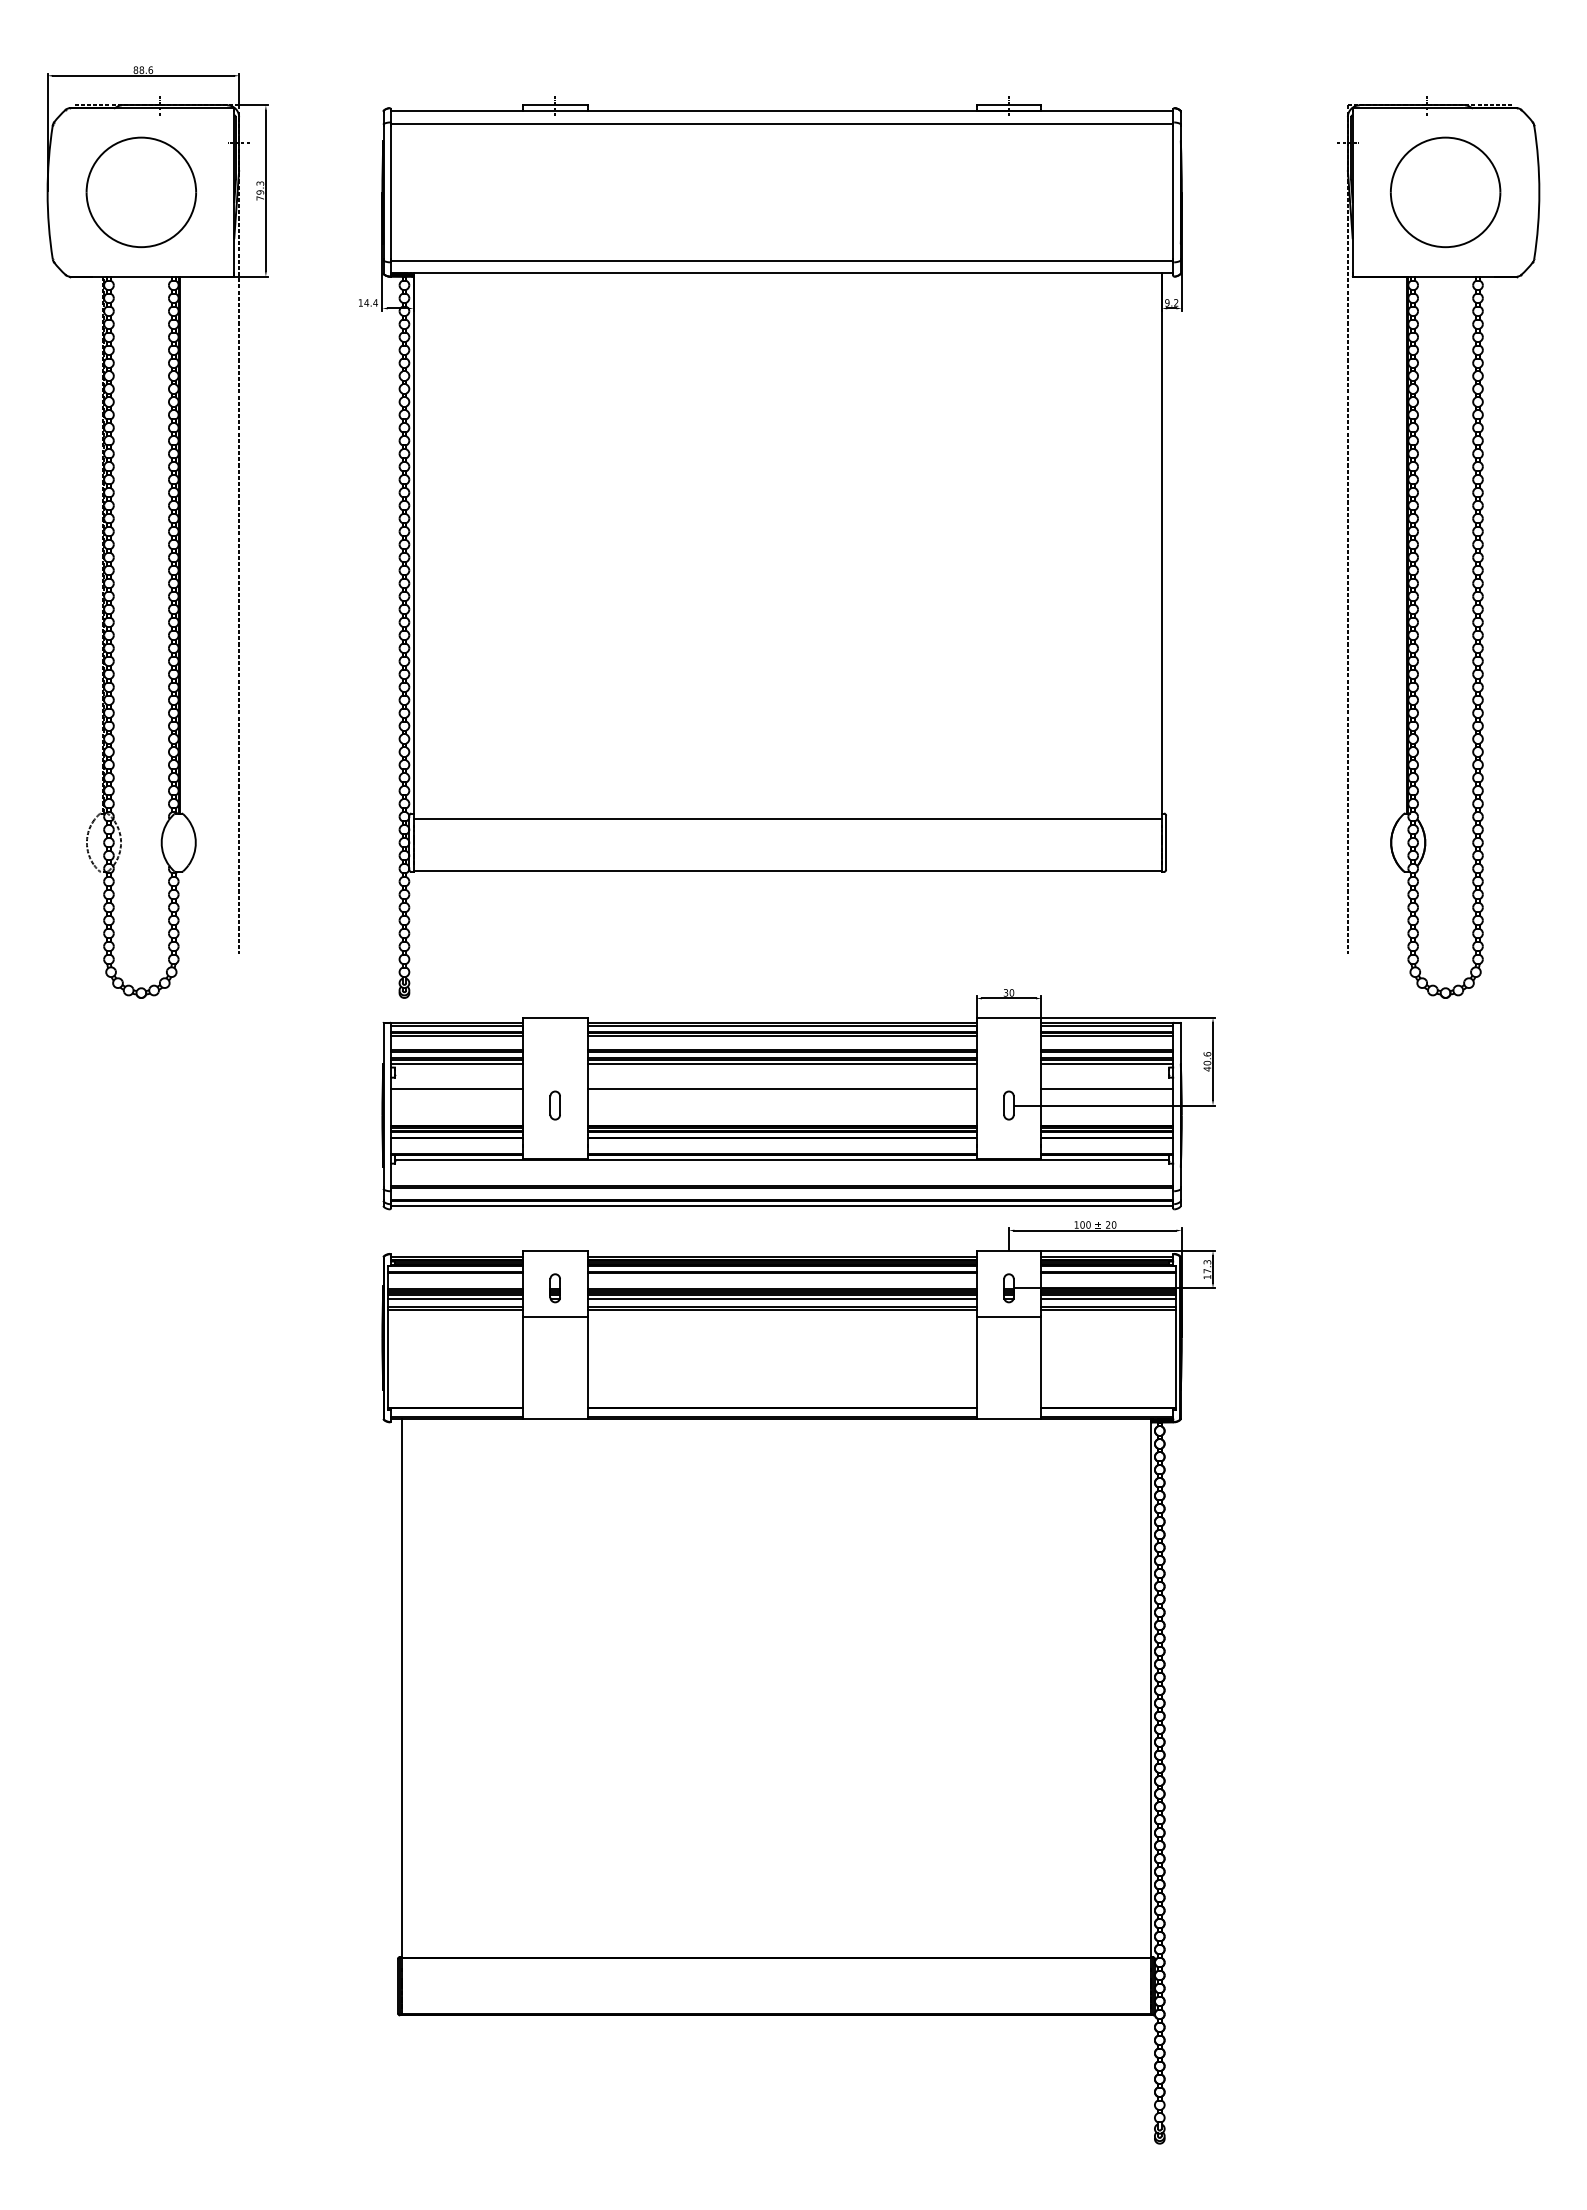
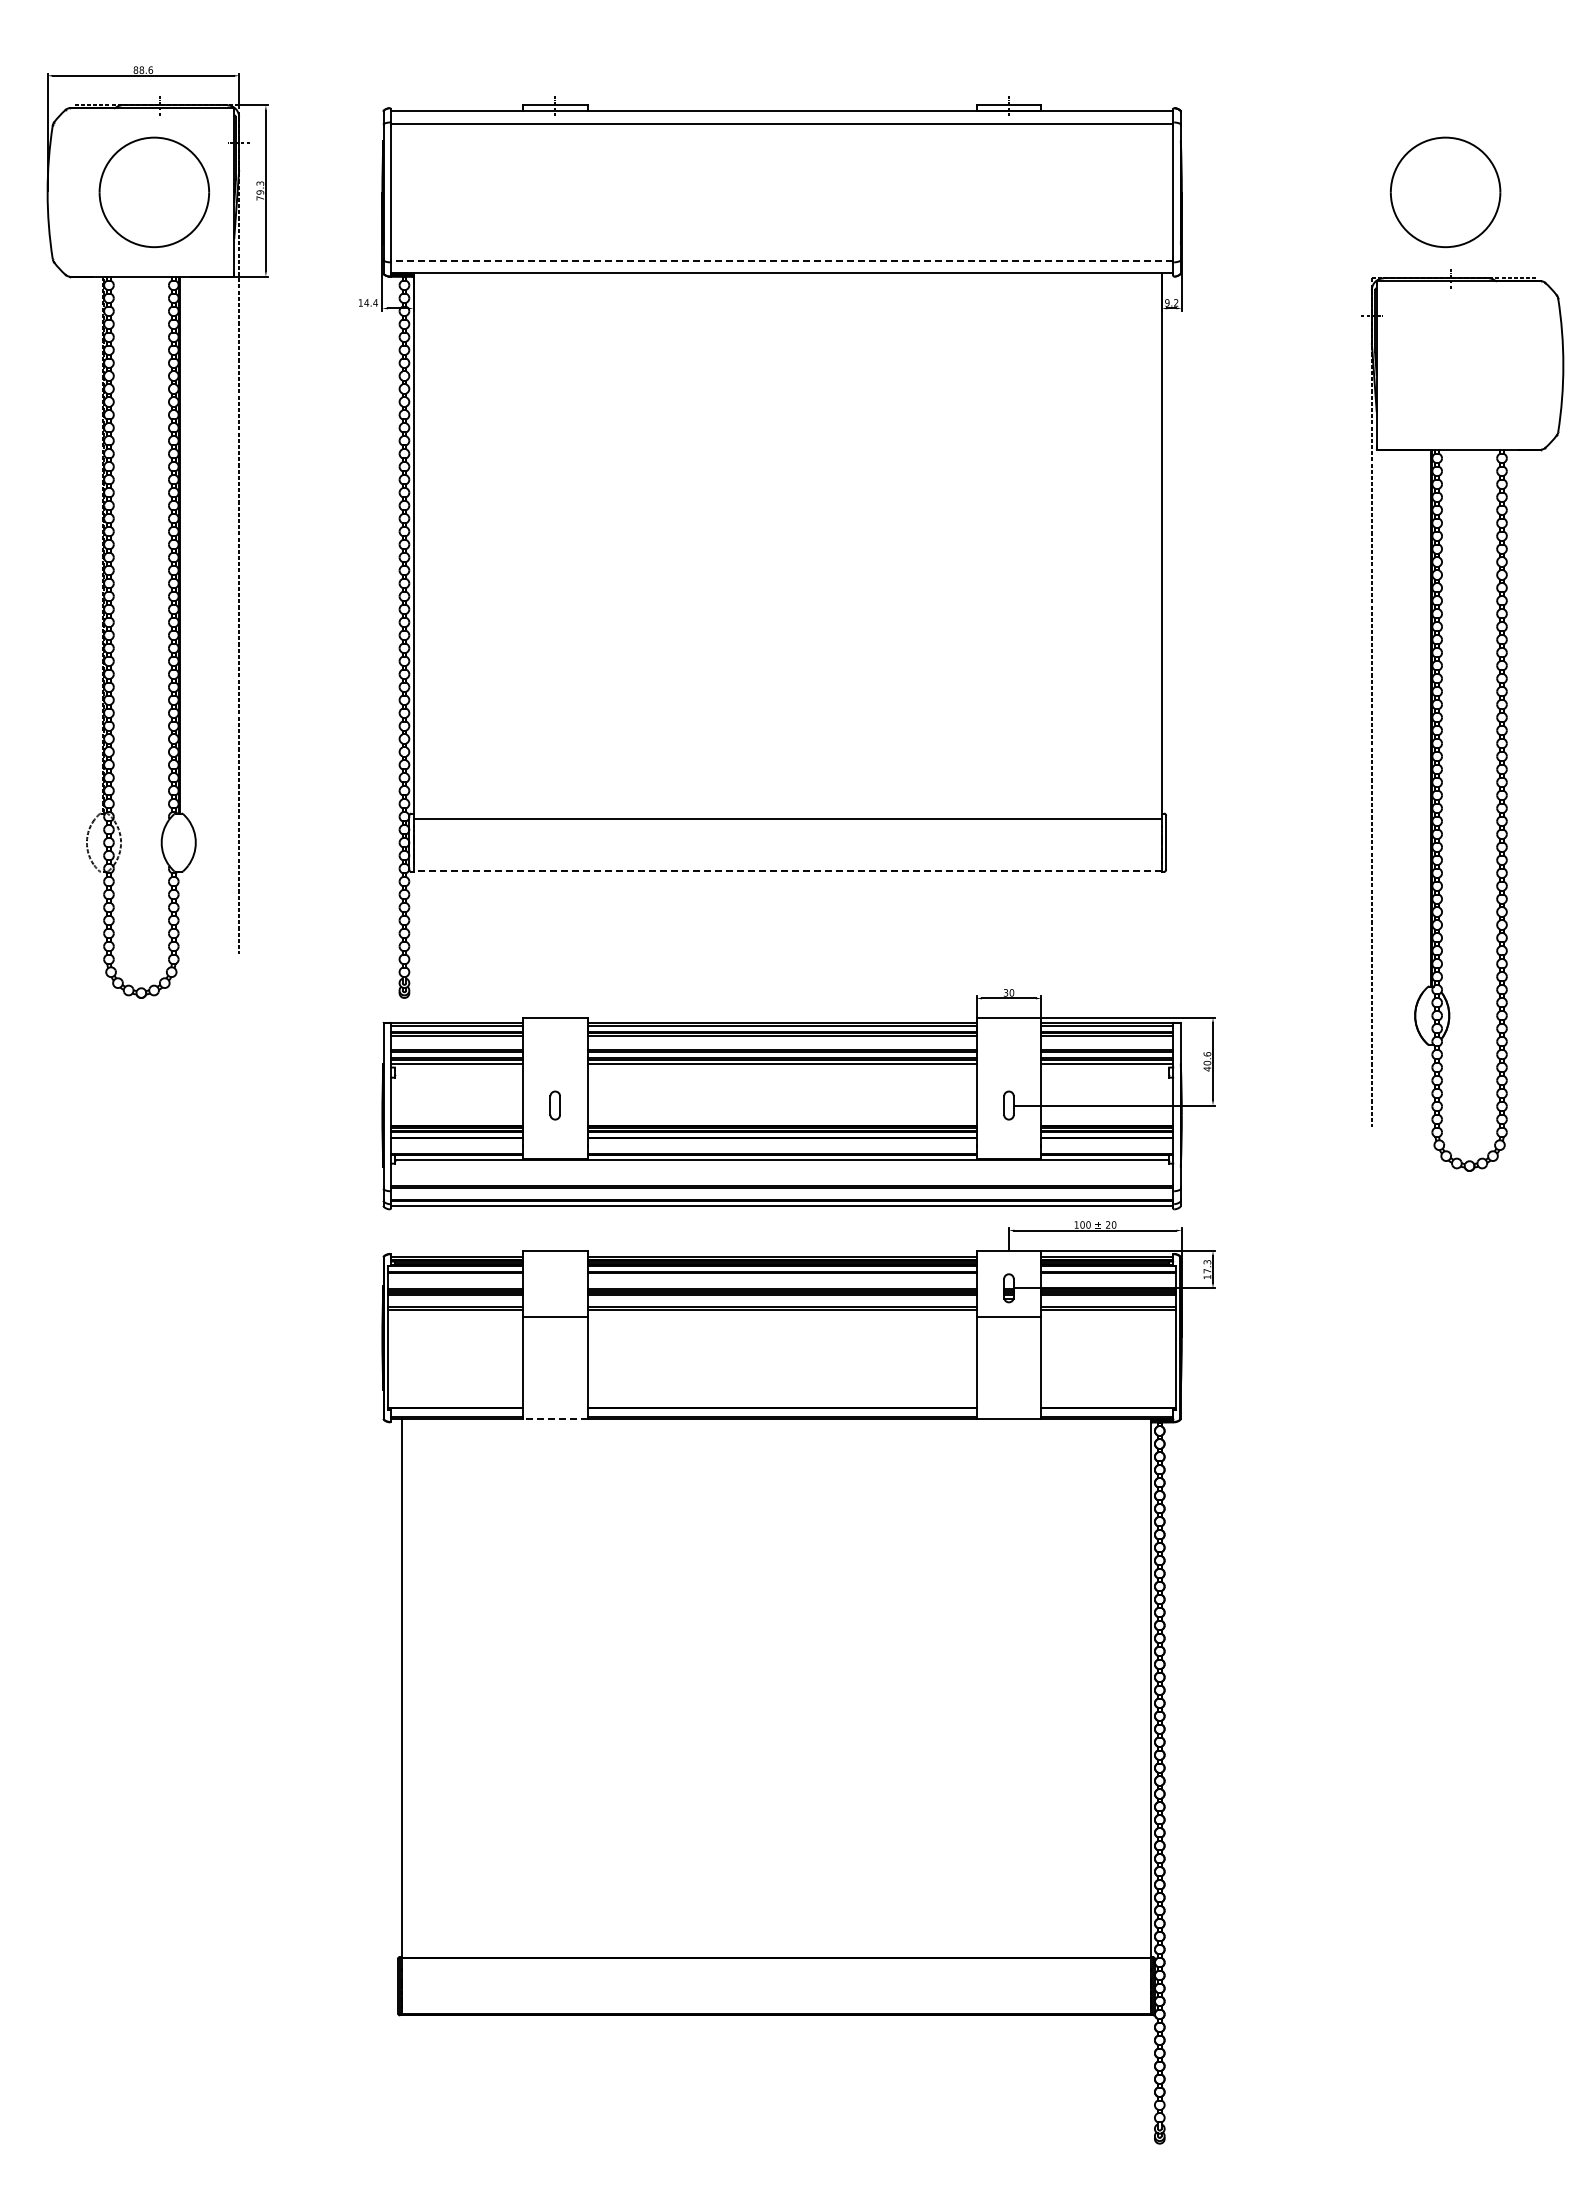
part at (140, 192) position: (140, 192) -> (153, 192)
line at (781, 260): solid -> dashed
part at (1438, 547) position: (1438, 547) -> (1462, 720)
line at (787, 871): solid -> dashed
line at (456, 1088): present -> none
line at (781, 1088): present -> none
line at (1107, 1088): present -> none
part at (554, 1288): present -> none
line at (454, 1298): present -> none
line at (781, 1298): present -> none
line at (1108, 1298): present -> none
line at (554, 1419): solid -> dashed
